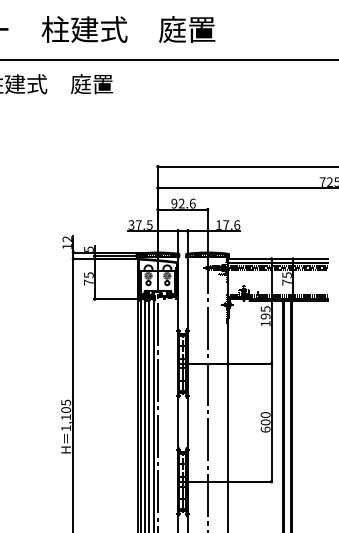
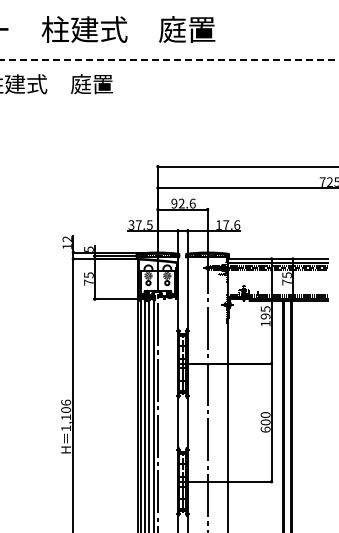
line at (169, 60): solid -> dashed
text at (65, 402): 1,105 -> 1,106
